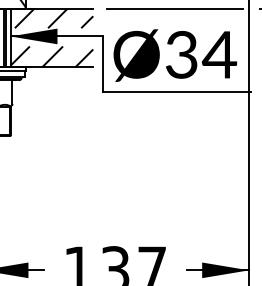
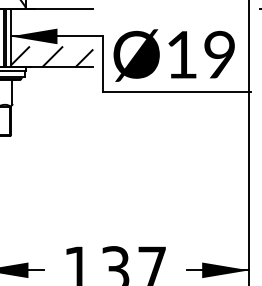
line at (174, 8): present -> none
hatch at (53, 18): present -> none
text at (201, 54): Ø34 -> Ø19
